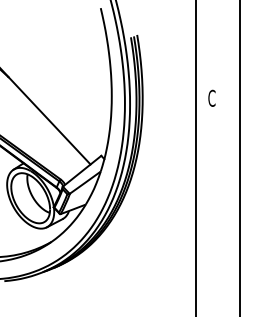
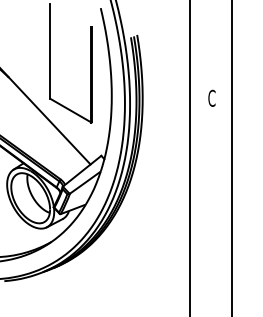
part at (50, 63): none -> present
line at (195, 157) position: (195, 157) -> (189, 157)
line at (239, 157) position: (239, 157) -> (231, 157)
